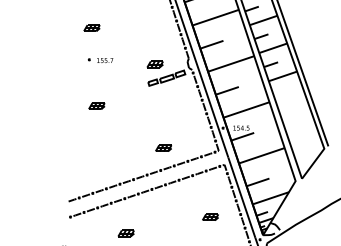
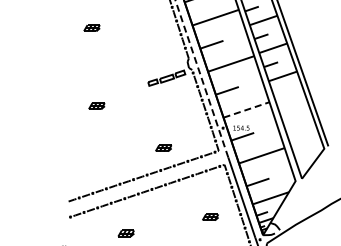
part at (100, 60): present -> none
part at (154, 64): present -> none
line at (201, 79): solid -> dashed
line at (247, 109): solid -> dashed
